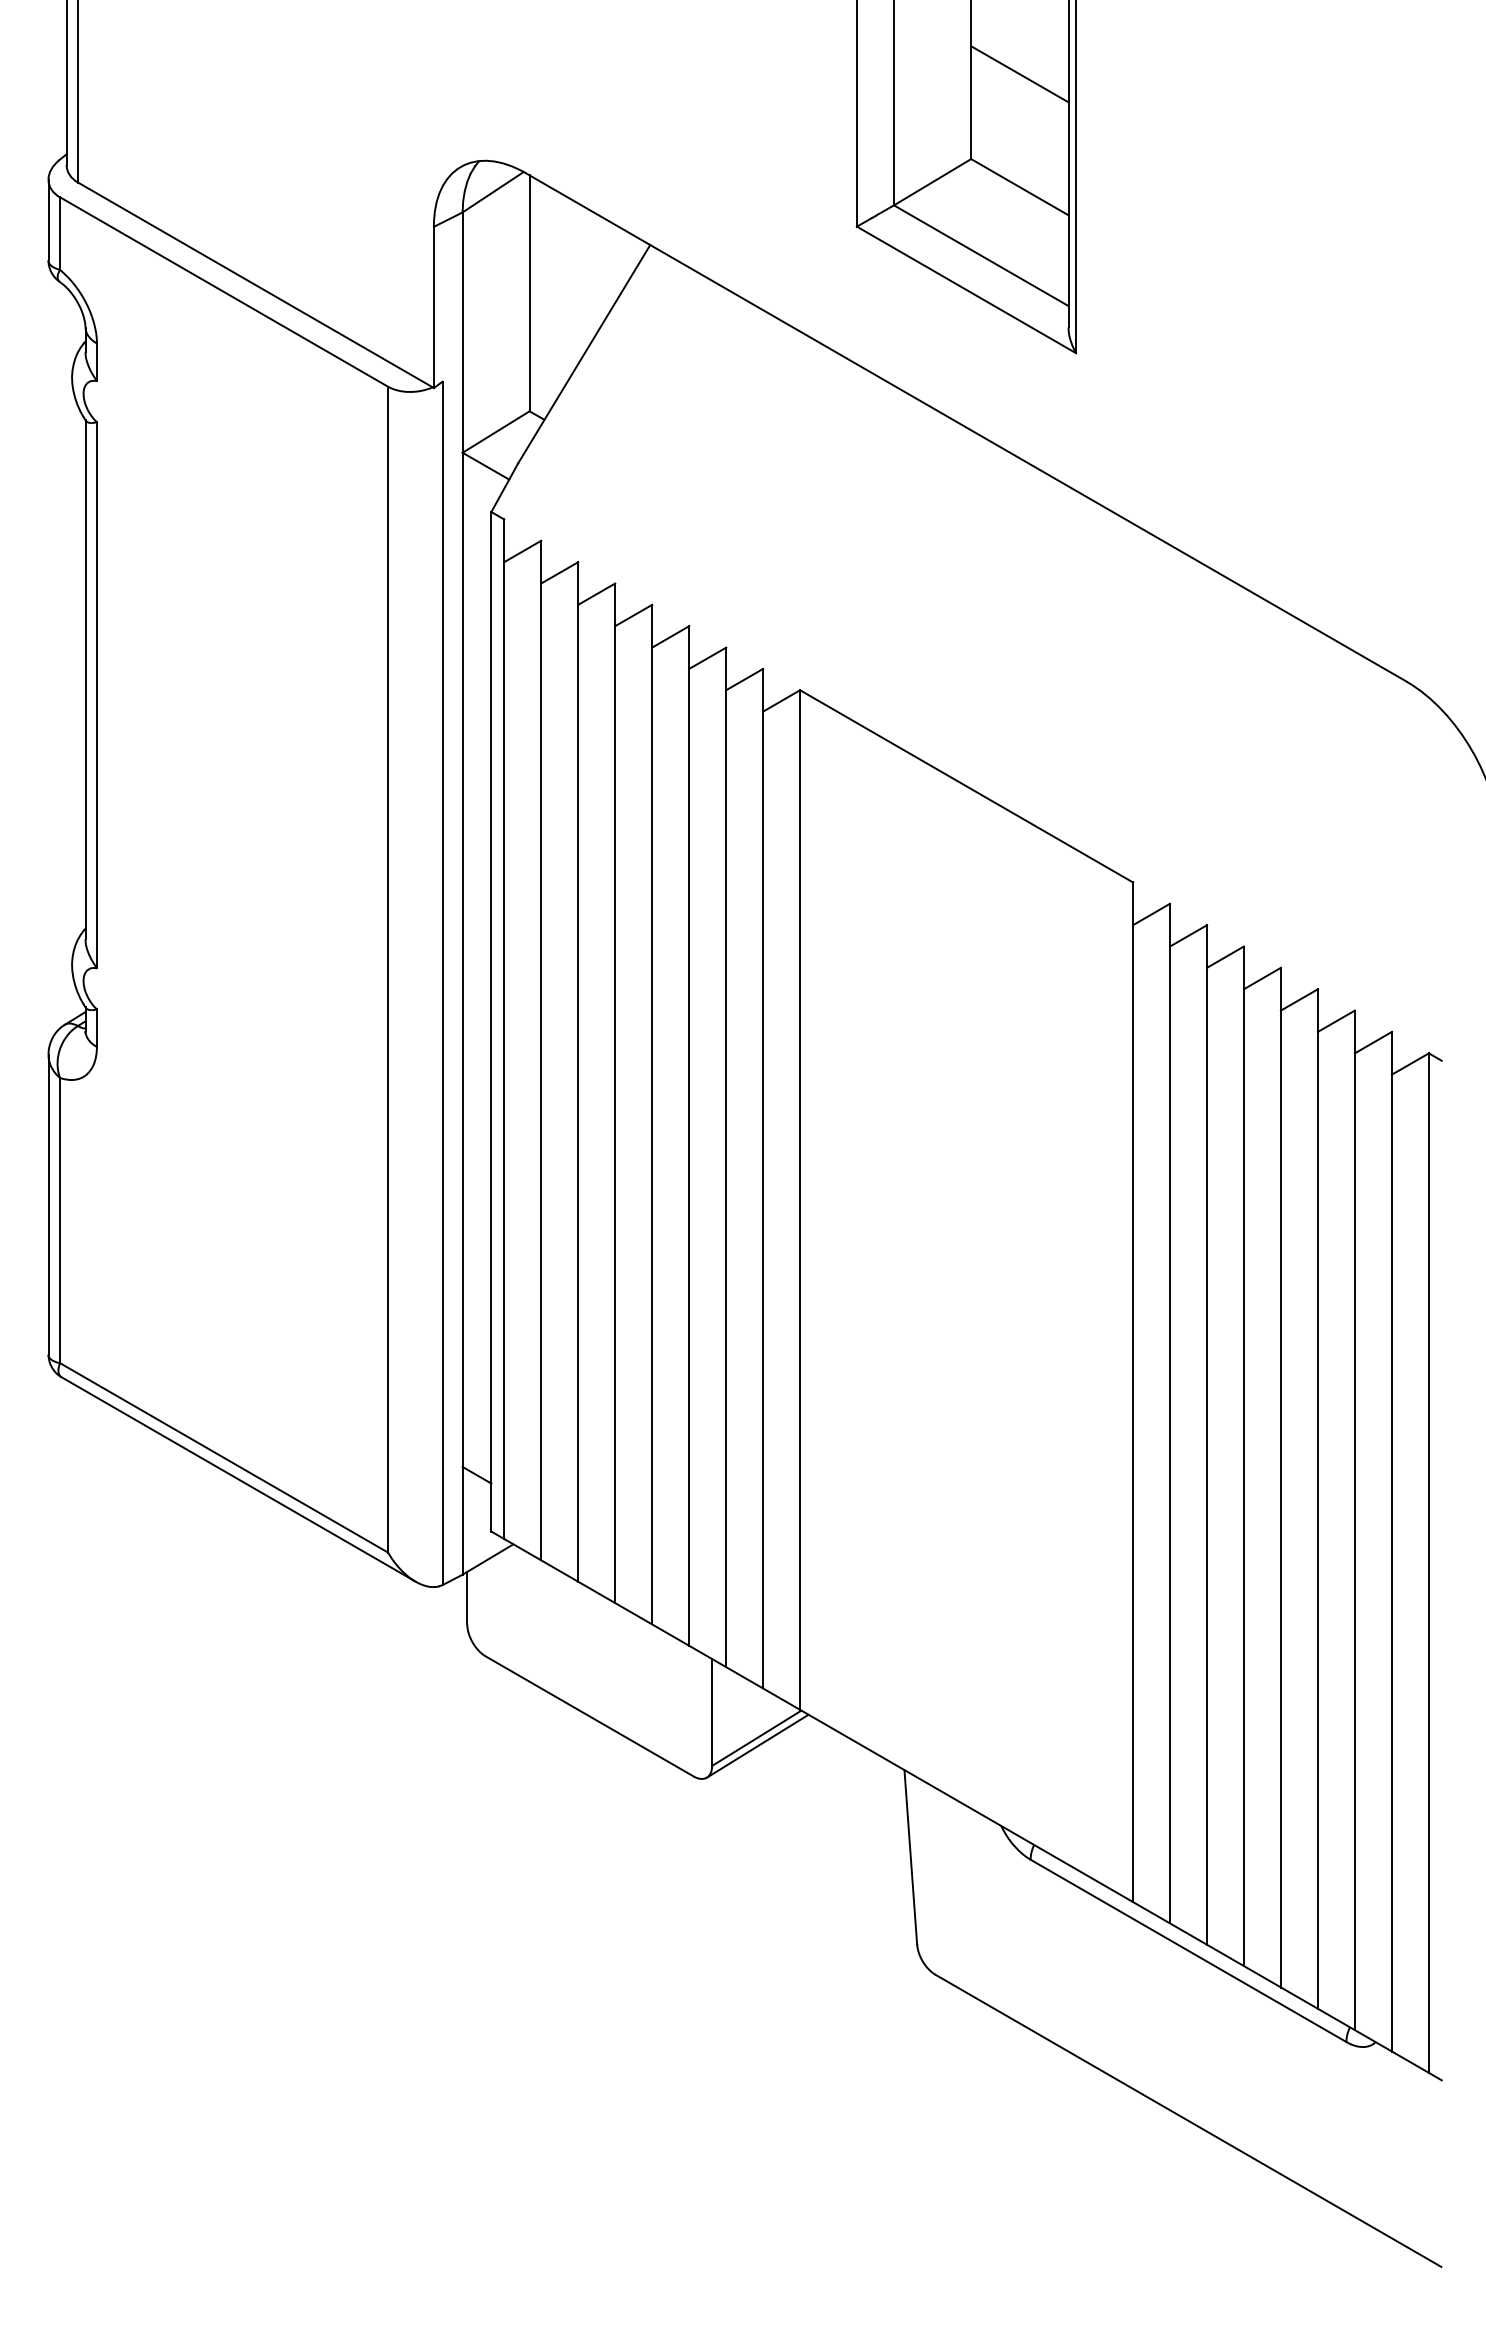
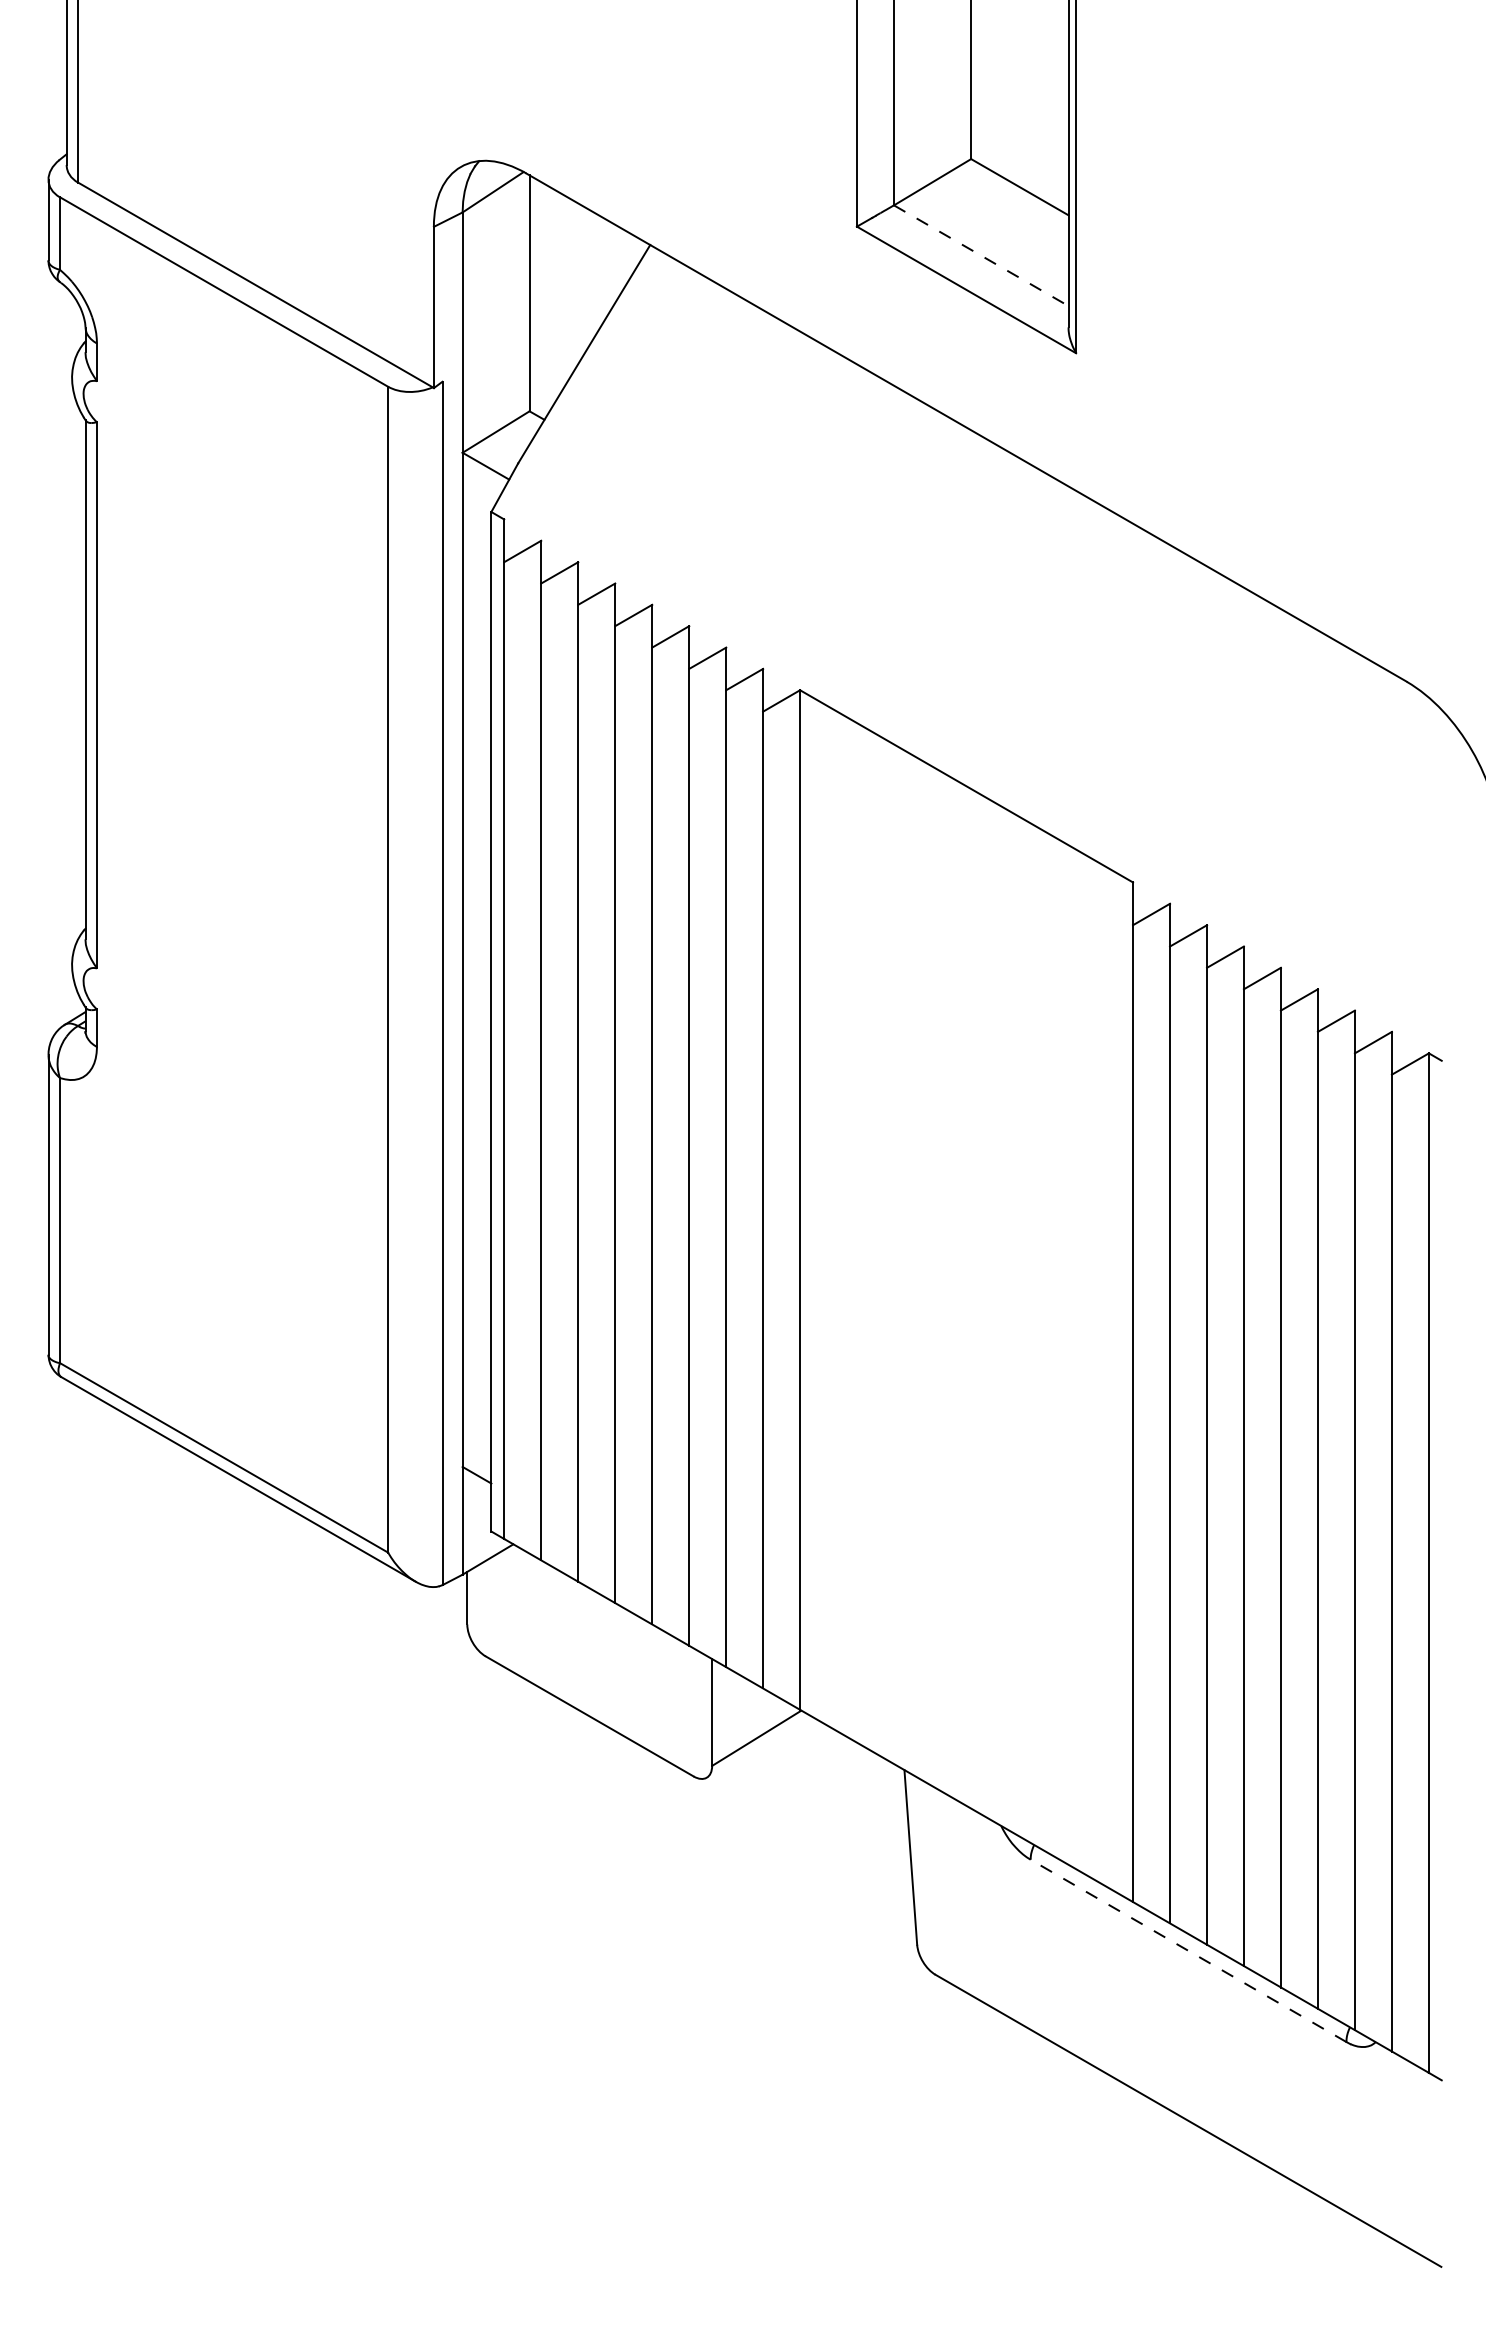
line at (1019, 74): present -> none
line at (981, 255): solid -> dashed
line at (757, 1745): present -> none
line at (1188, 1950): solid -> dashed
